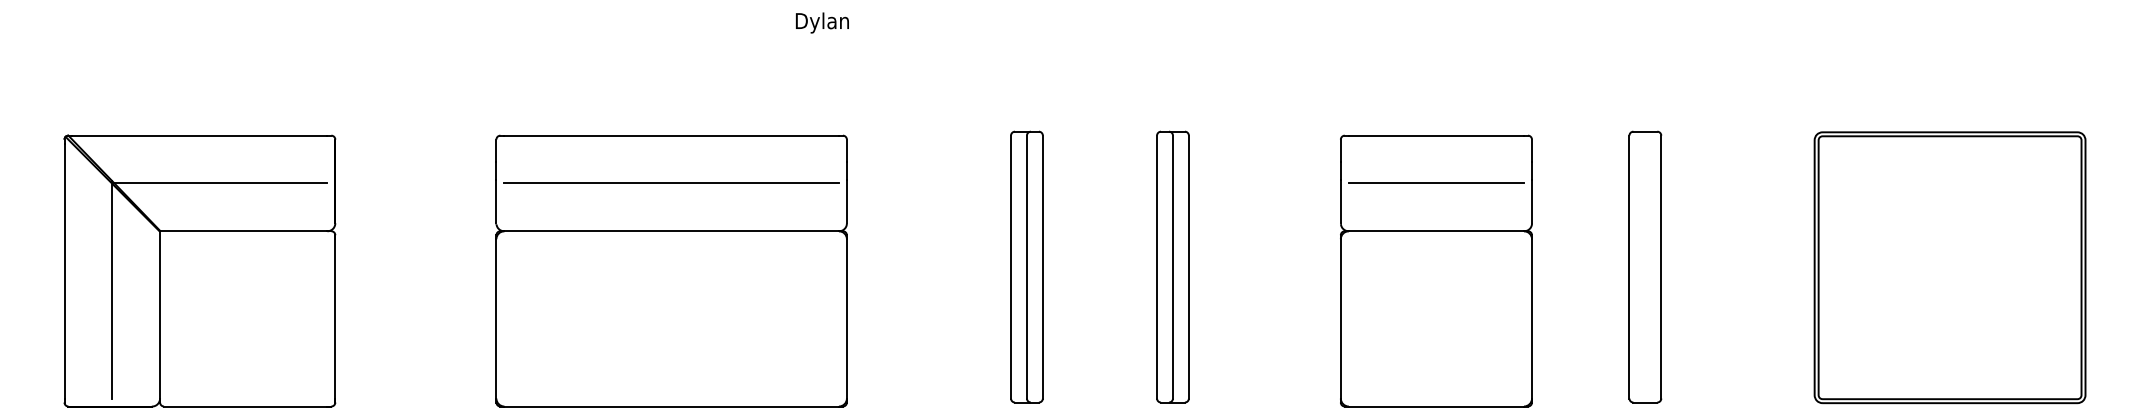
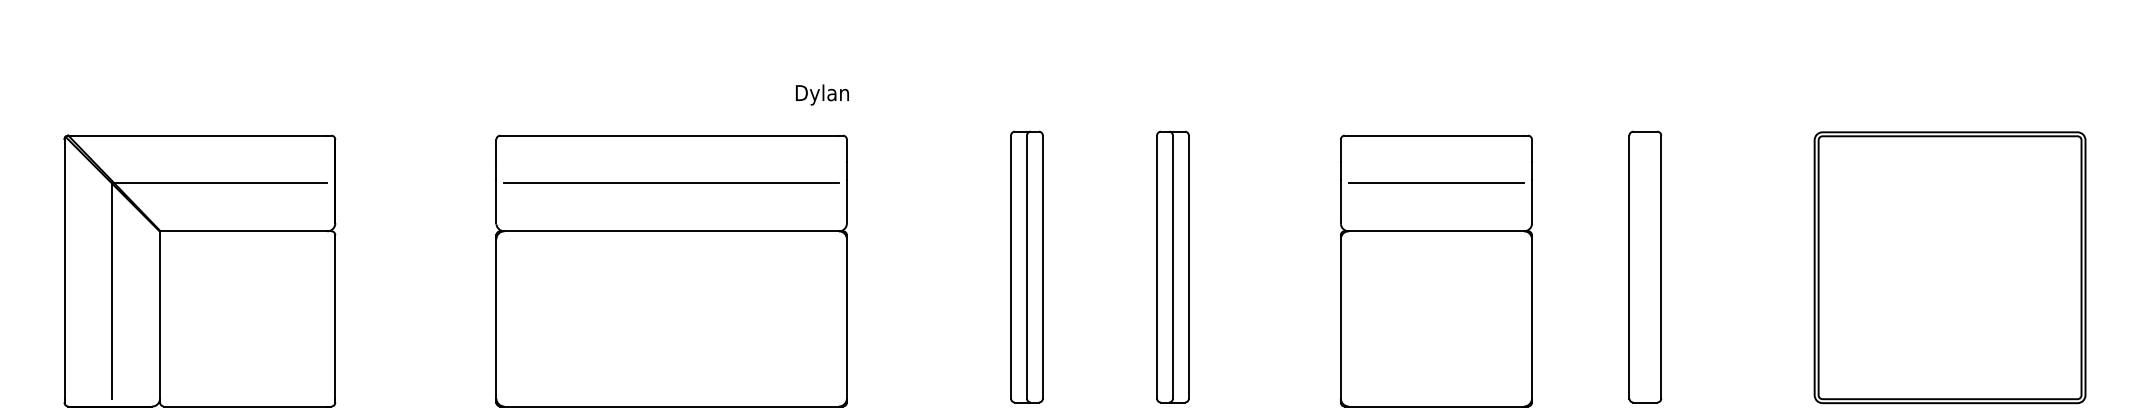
text at (822, 22) position: (822, 22) -> (822, 94)
